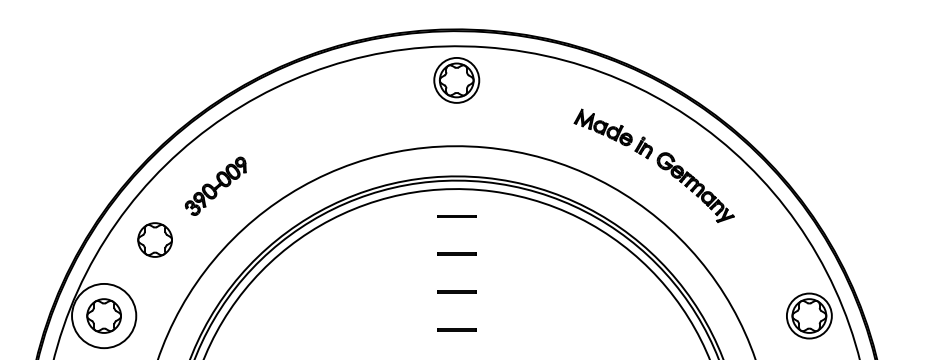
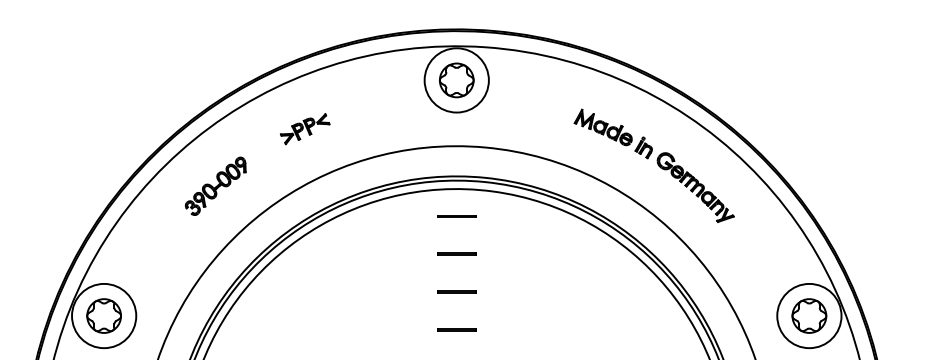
circle at (456, 79) diameter: 45 px -> 64 px
part at (305, 129): none -> present
part at (154, 239): present -> none
circle at (808, 315) diameter: 45 px -> 64 px
